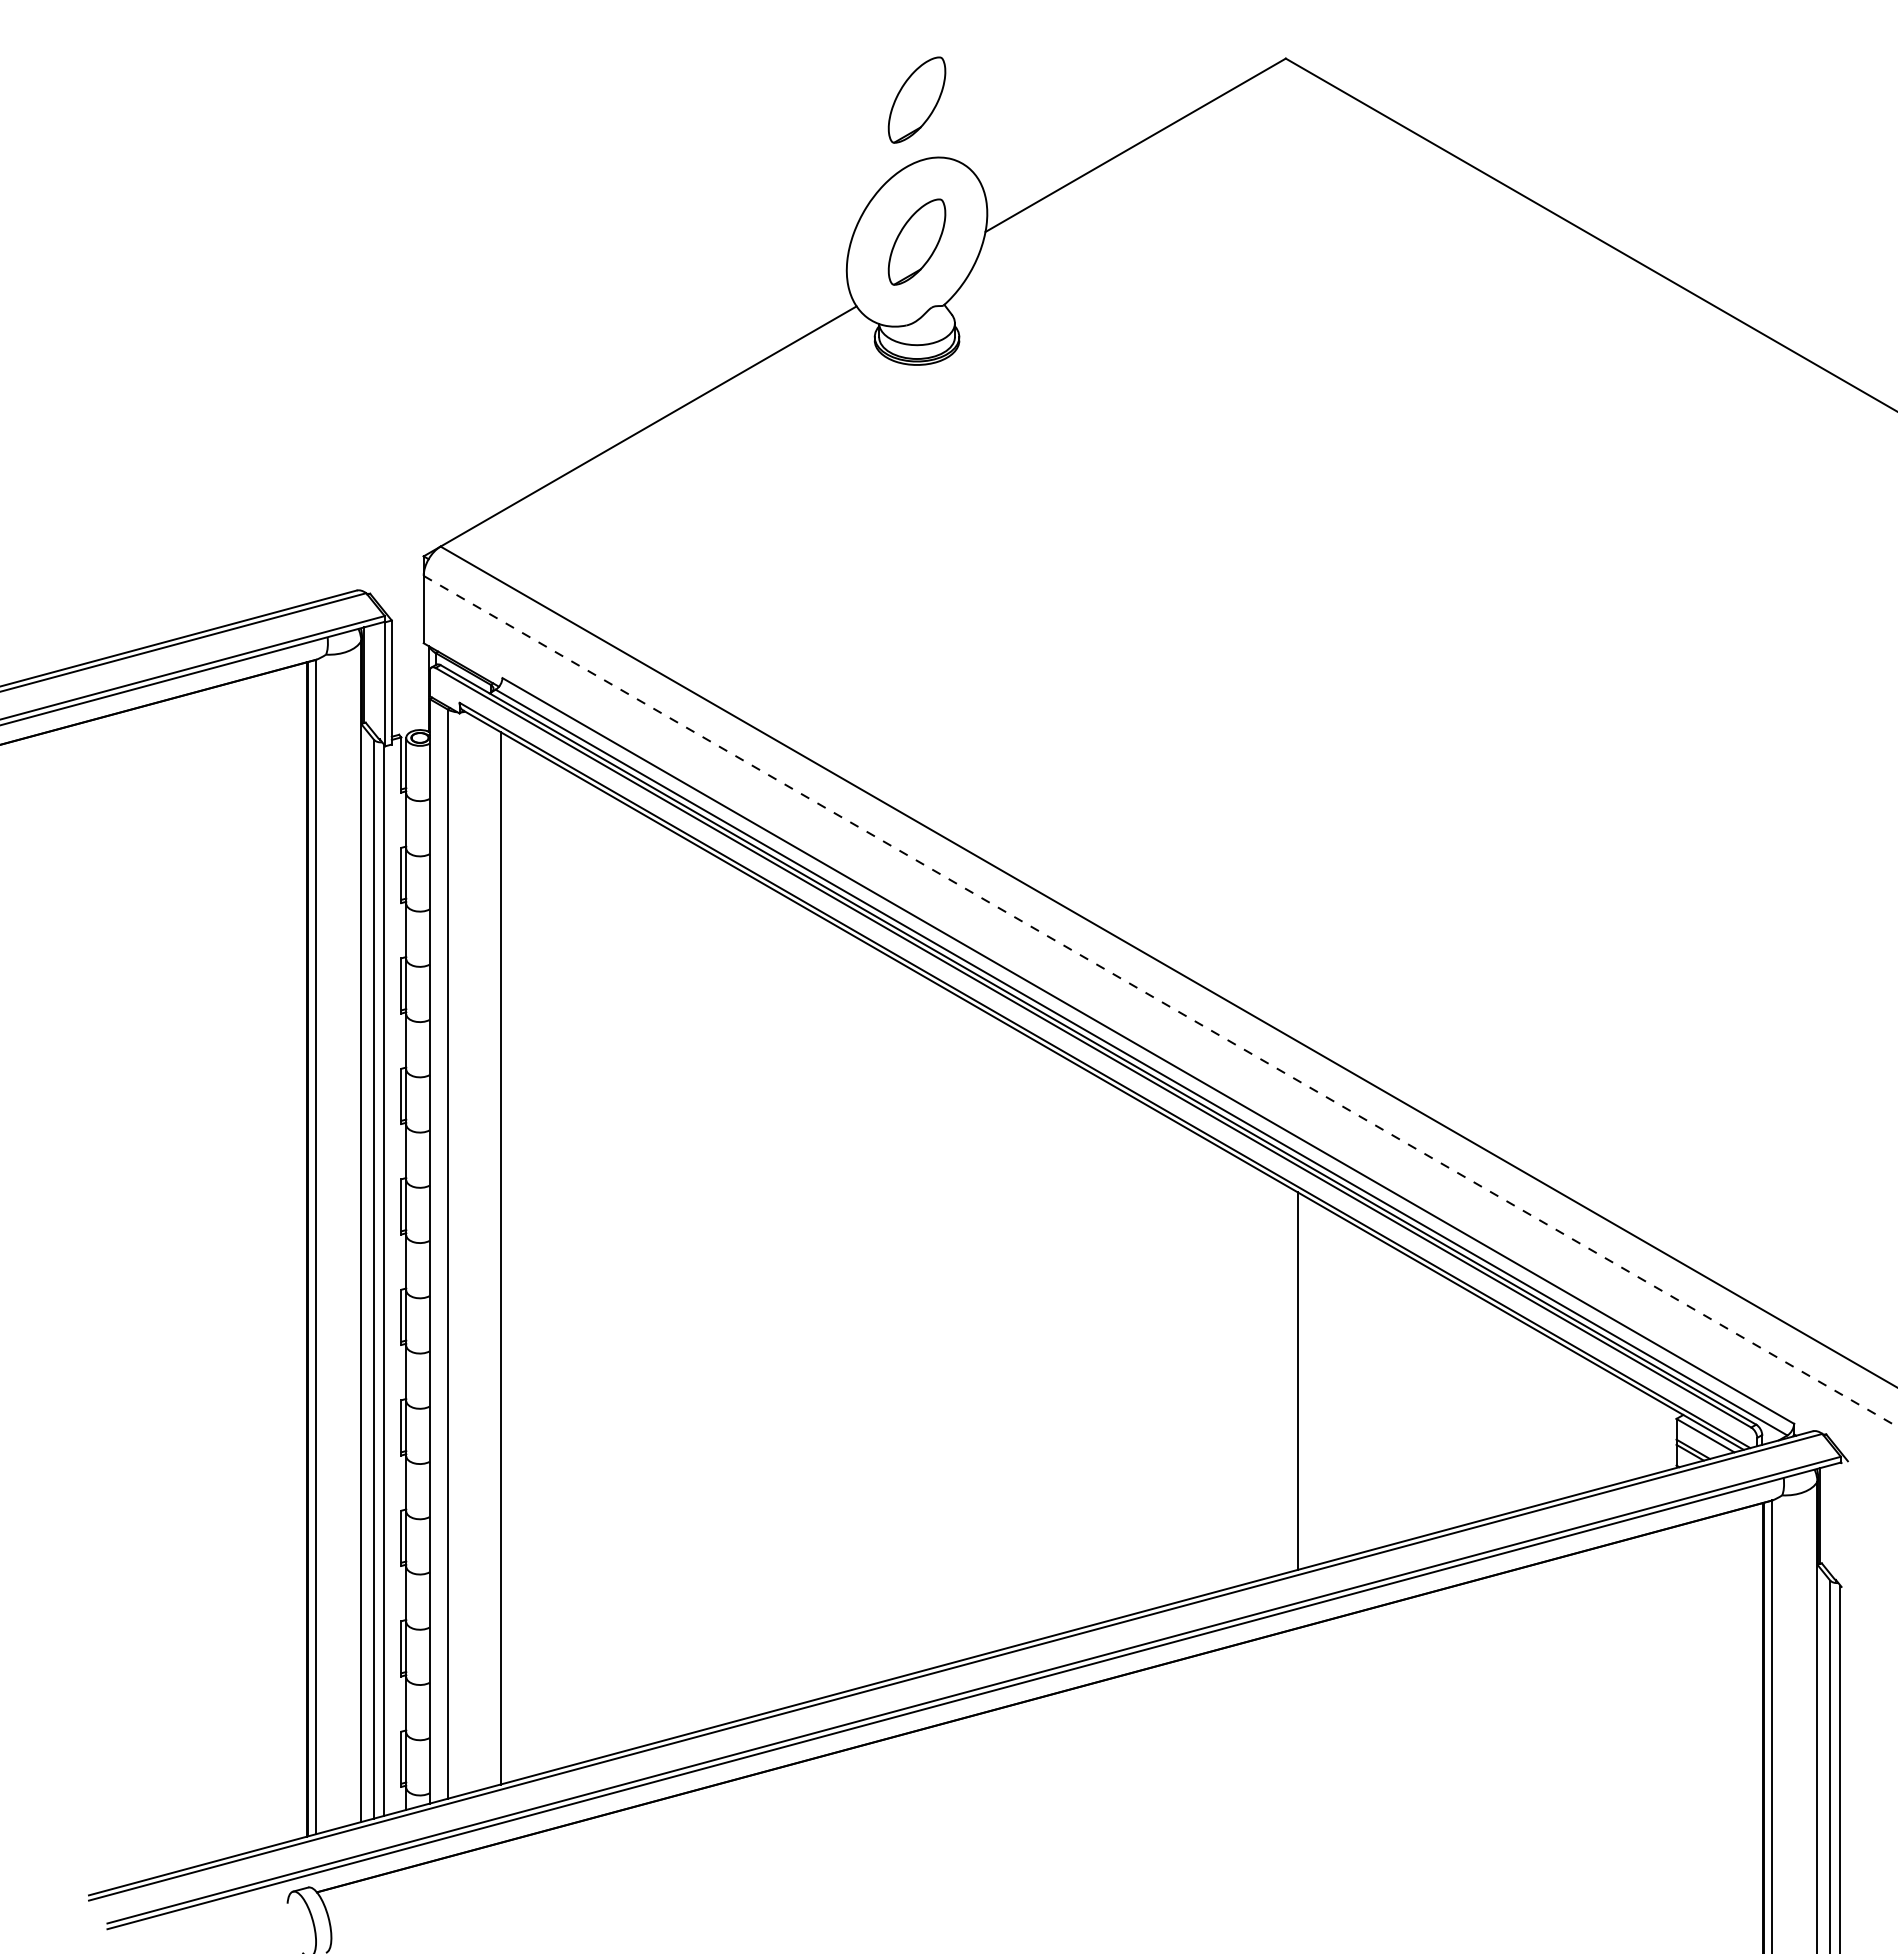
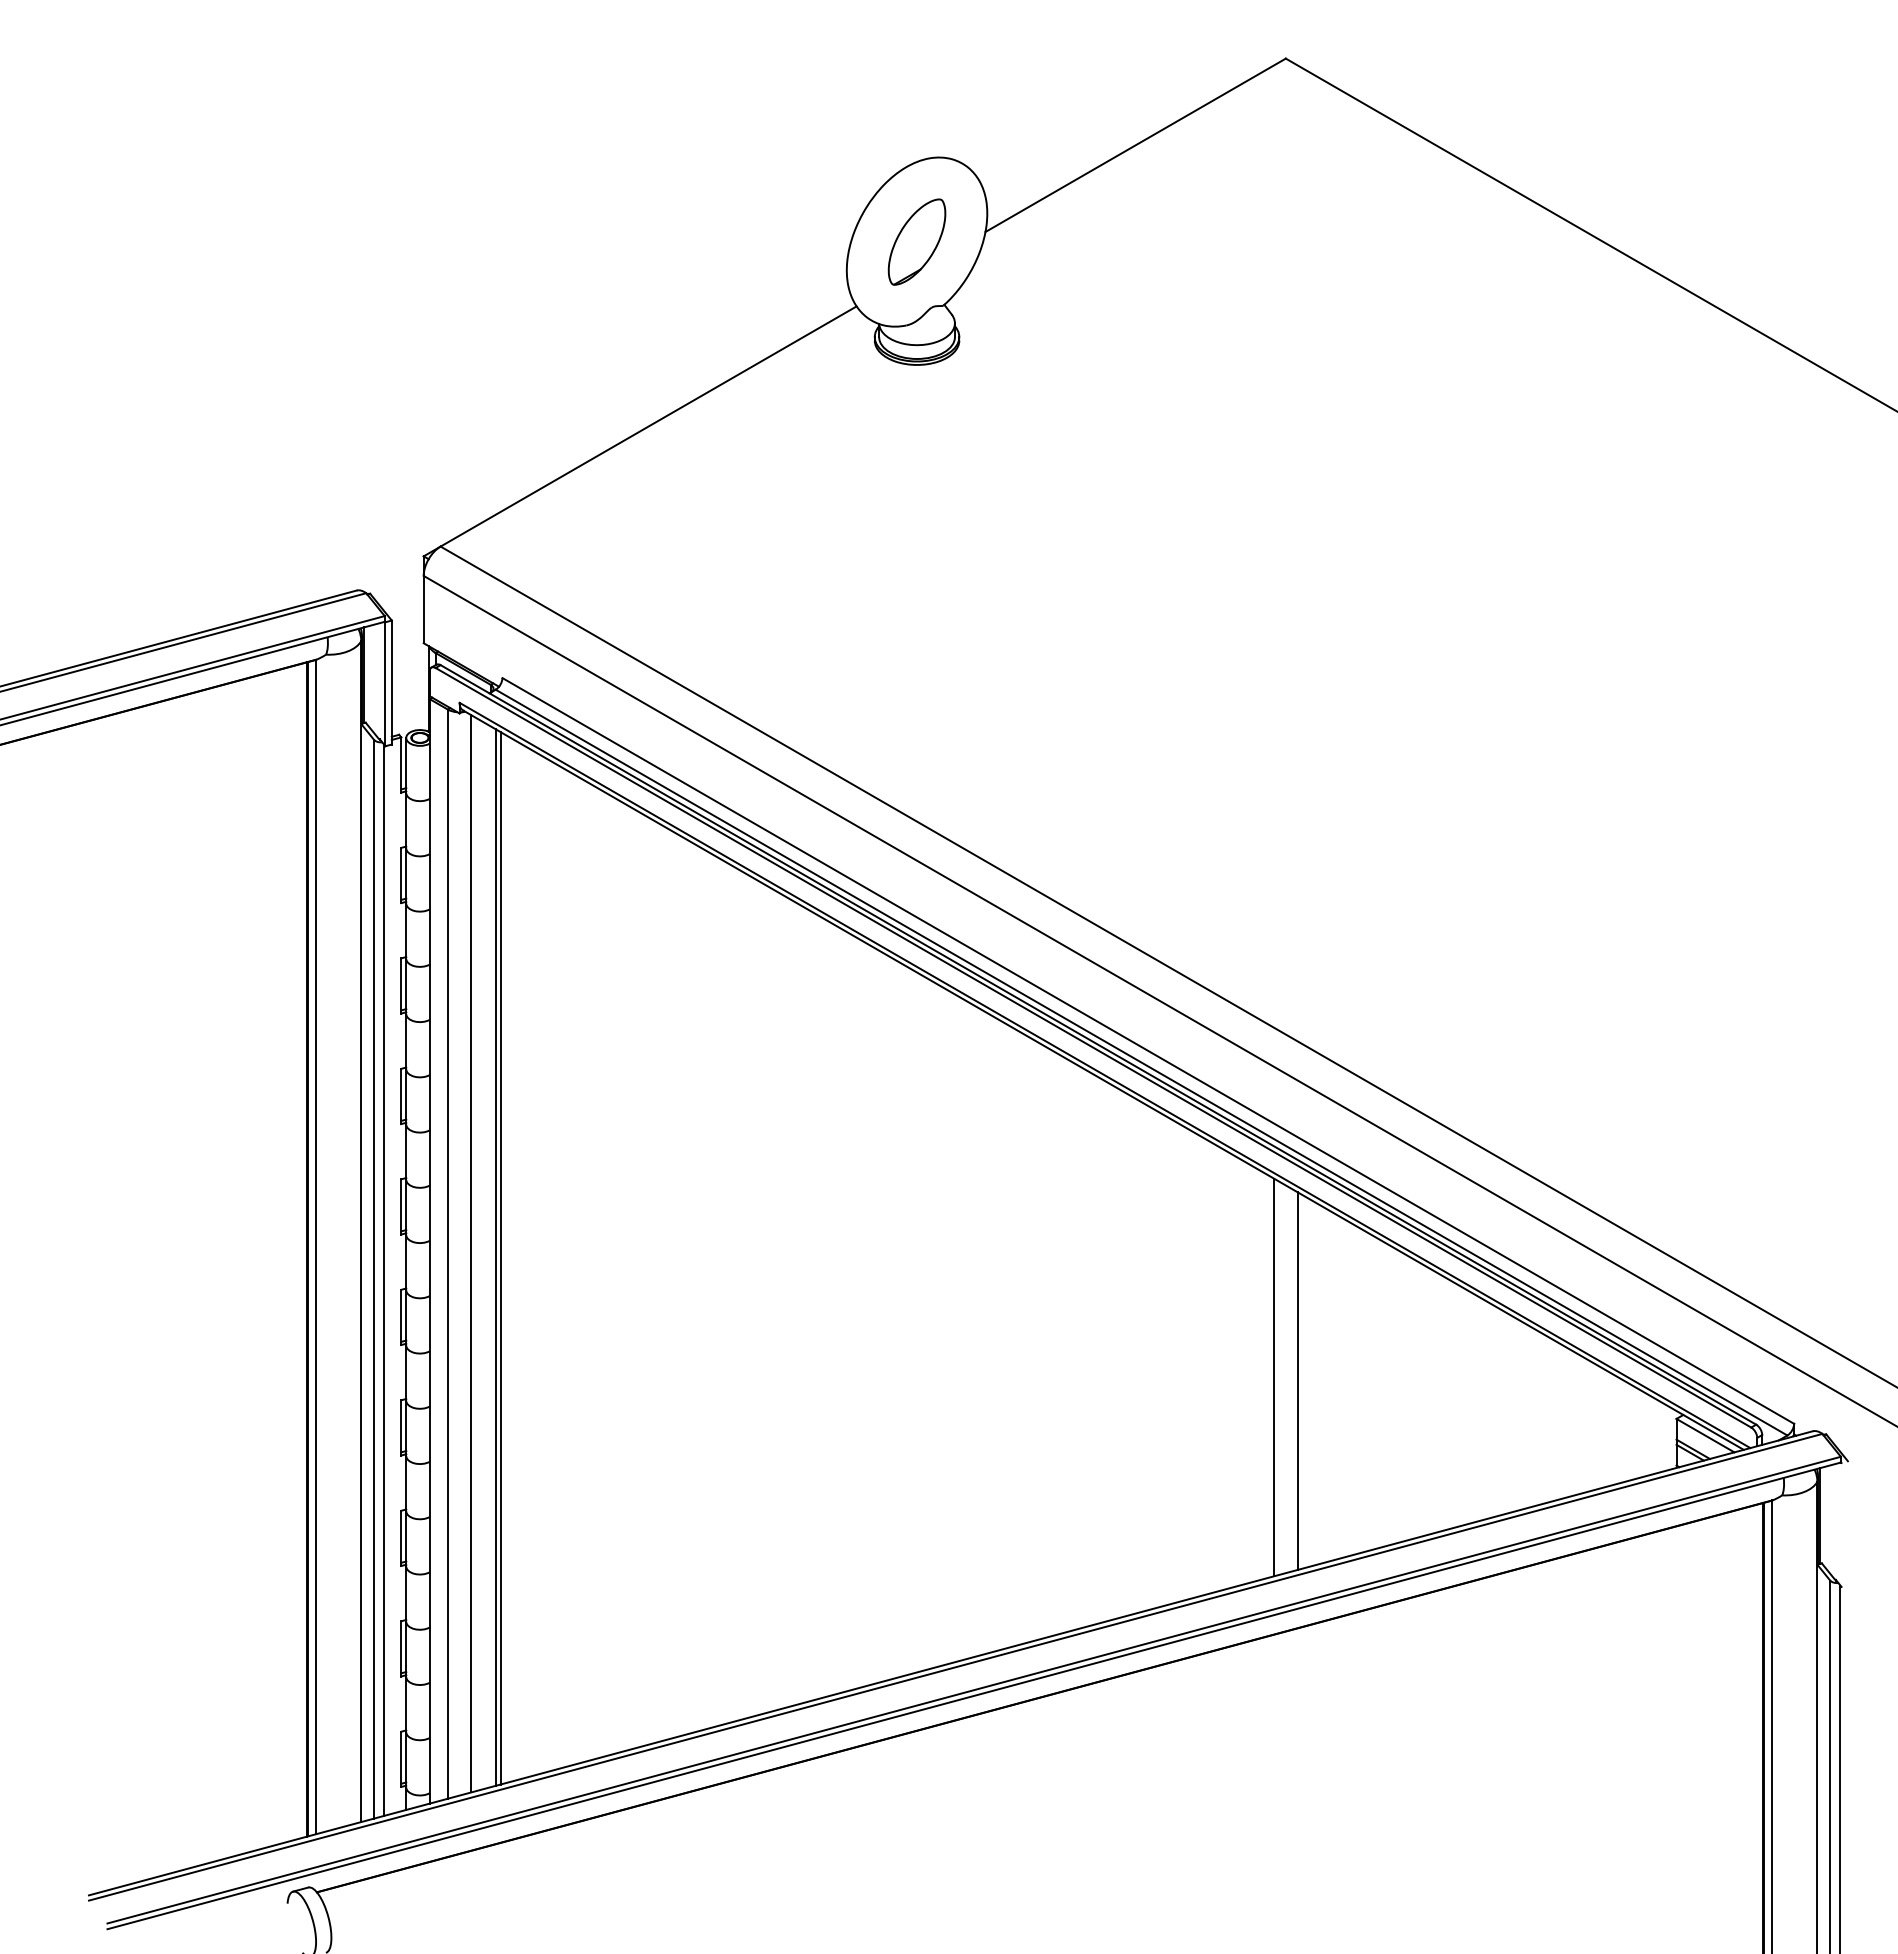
part at (916, 99): present -> none
line at (1160, 1001): dashed -> solid
line at (471, 1253): none -> present
line at (495, 1257): none -> present
line at (1273, 1377): none -> present
